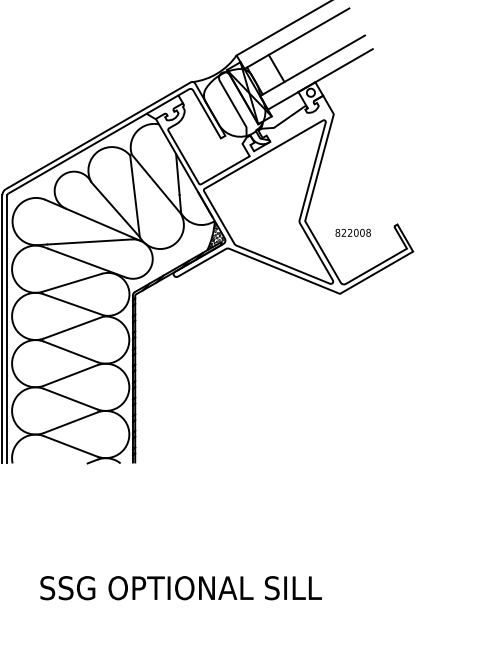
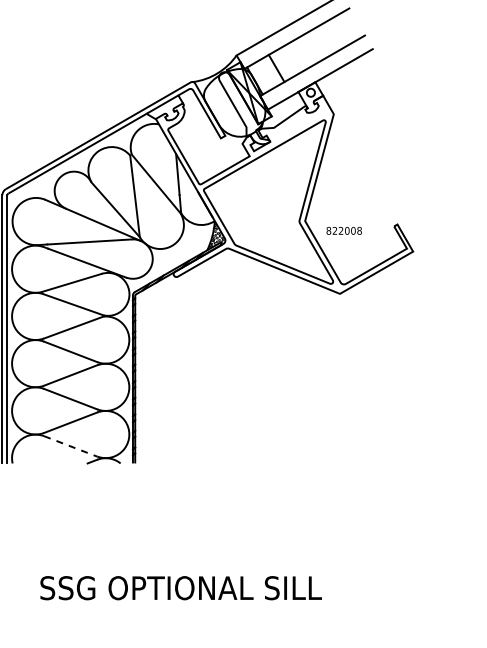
text at (352, 232) position: (352, 232) -> (343, 230)
line at (70, 446): solid -> dashed
